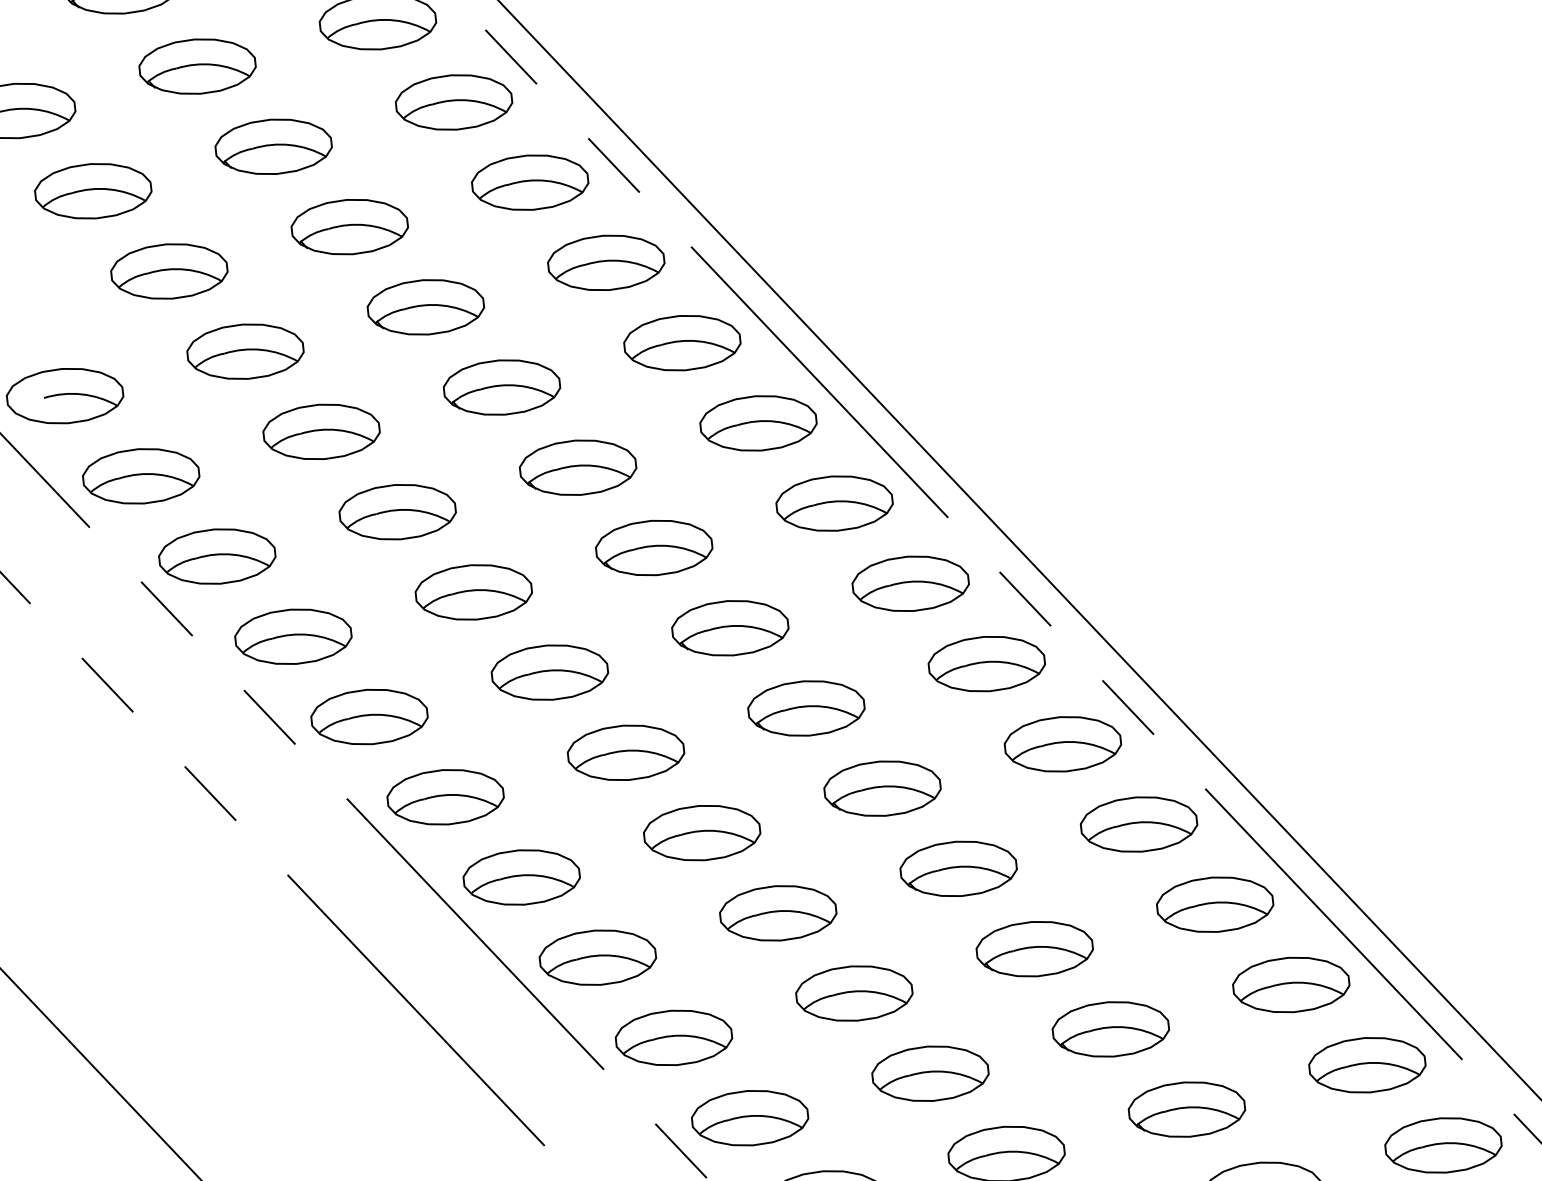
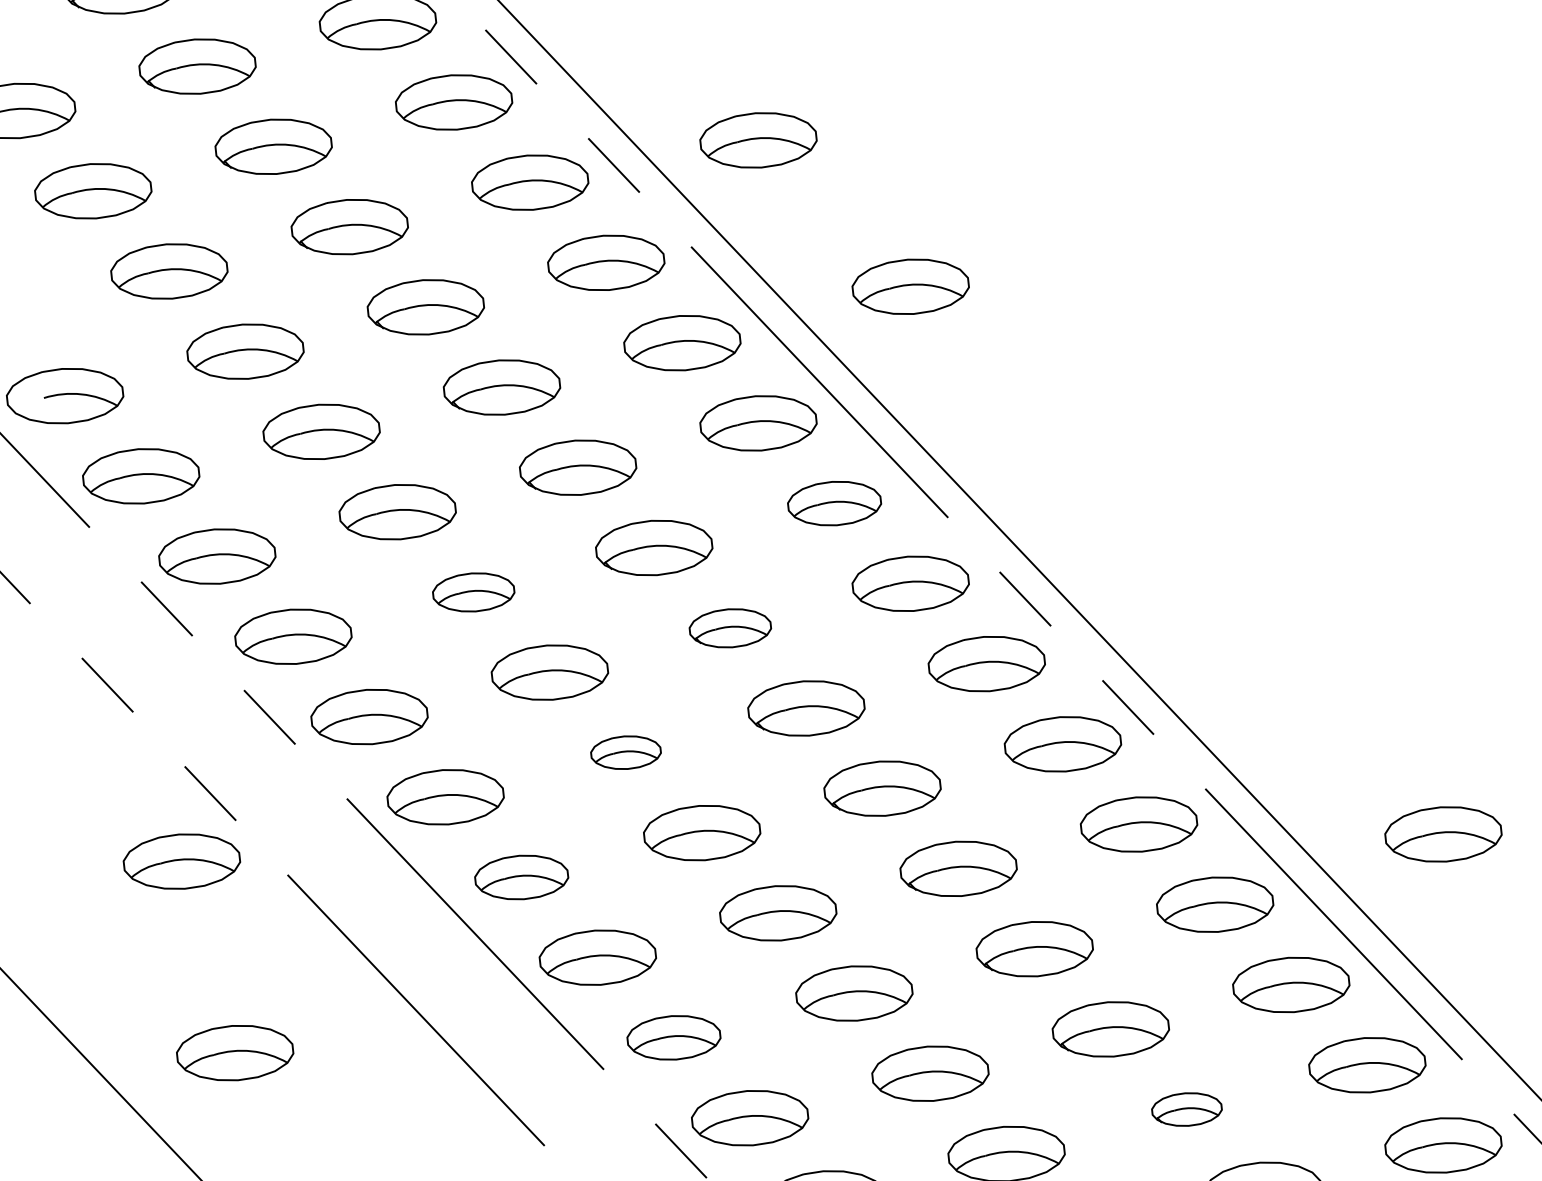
part at (758, 140): none -> present
part at (910, 286): none -> present
part at (834, 503) size: 119x57 px -> 96x46 px
part at (473, 592) size: 119x57 px -> 84x41 px
part at (730, 628) size: 119x57 px -> 85x41 px
part at (625, 752) size: 120x57 px -> 72x35 px
part at (1443, 834): none -> present
part at (181, 861): none -> present
part at (521, 877) size: 119x57 px -> 96x47 px
part at (673, 1037) size: 120x57 px -> 96x46 px
part at (235, 1053): none -> present
part at (1186, 1109) size: 120x57 px -> 72x35 px
